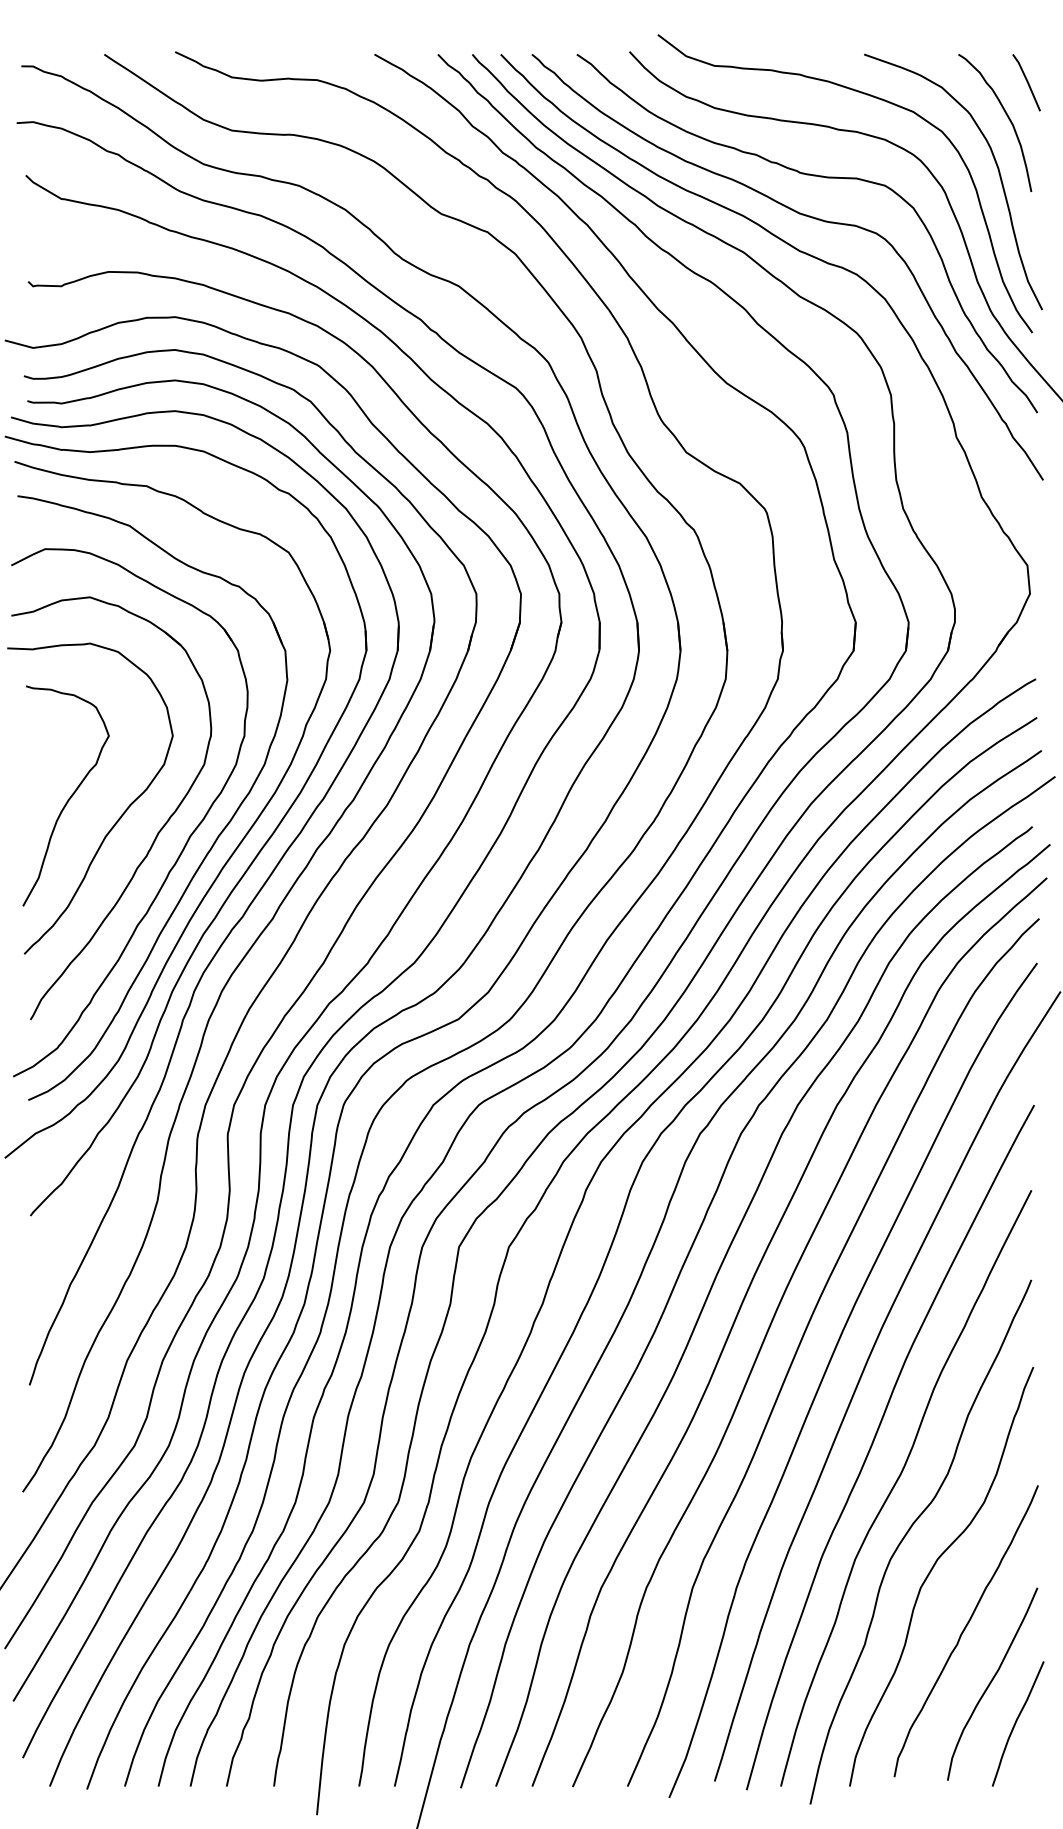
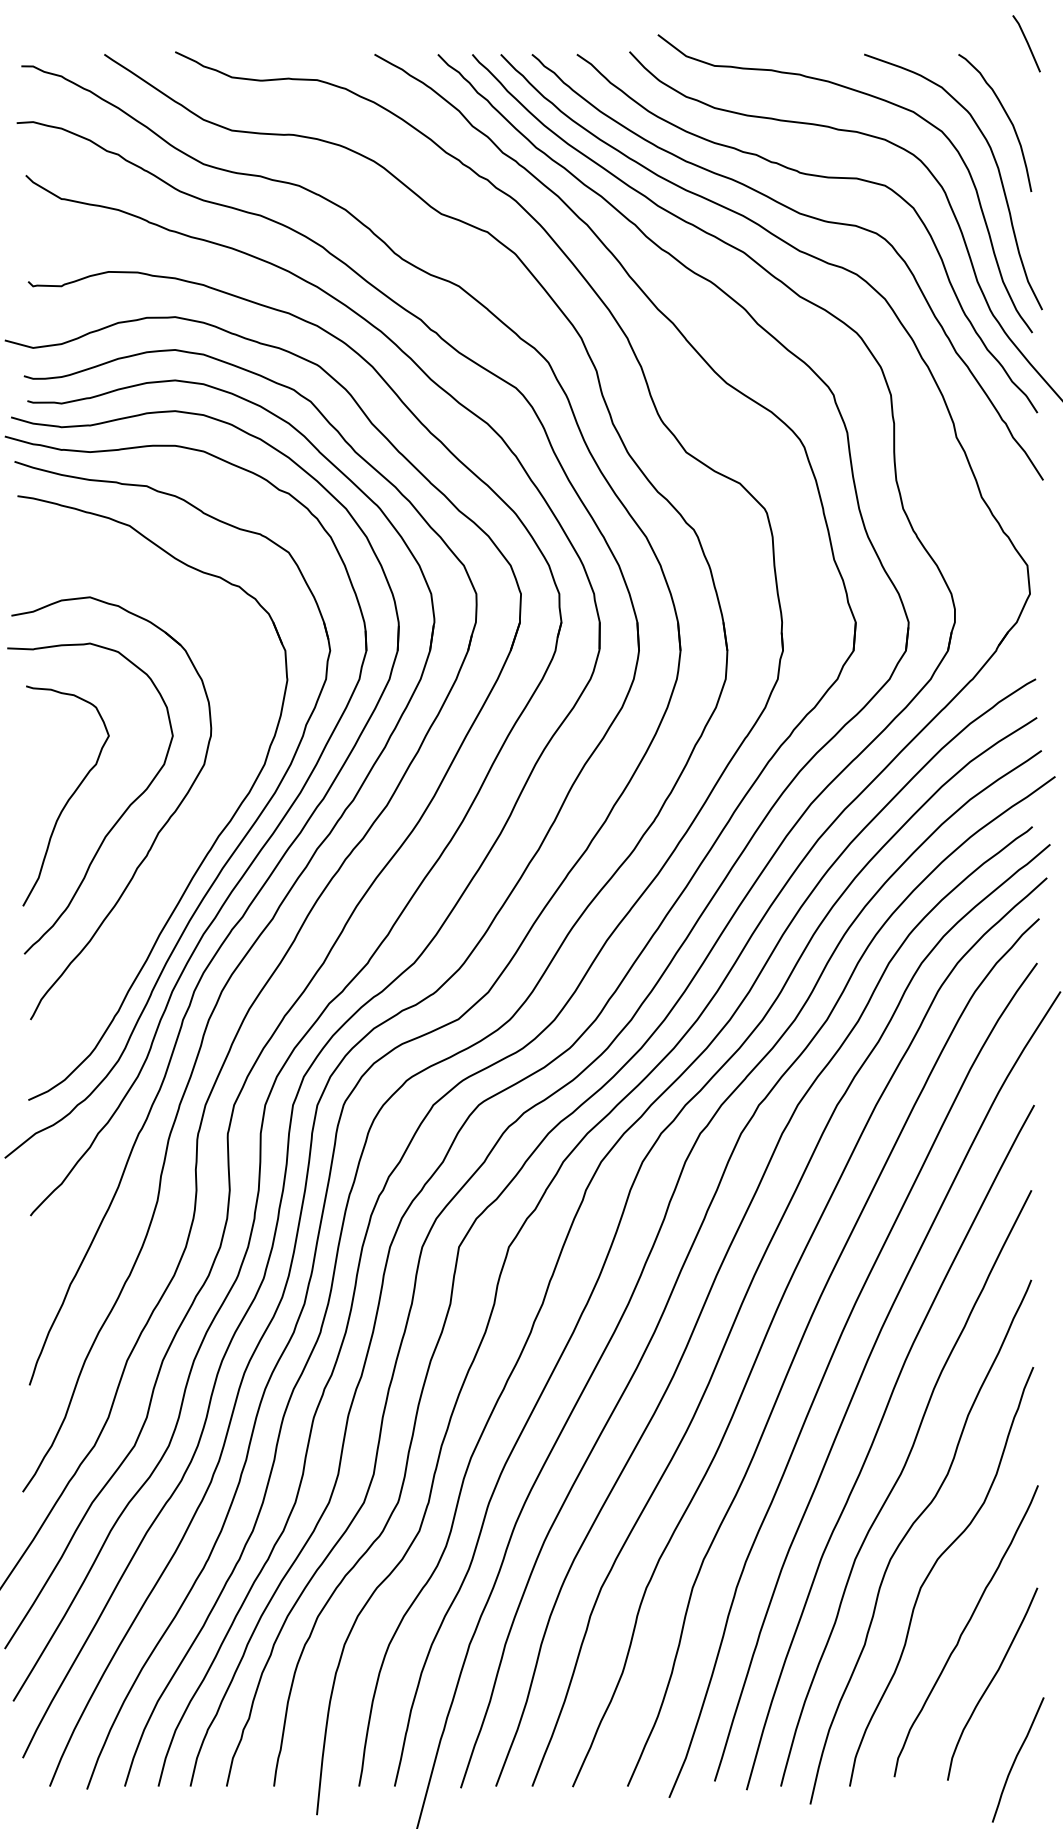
line at (1026, 82) position: (1026, 82) -> (1026, 43)
part at (186, 841): present -> none
curve at (1016, 1723) position: (1016, 1723) -> (1016, 1759)
